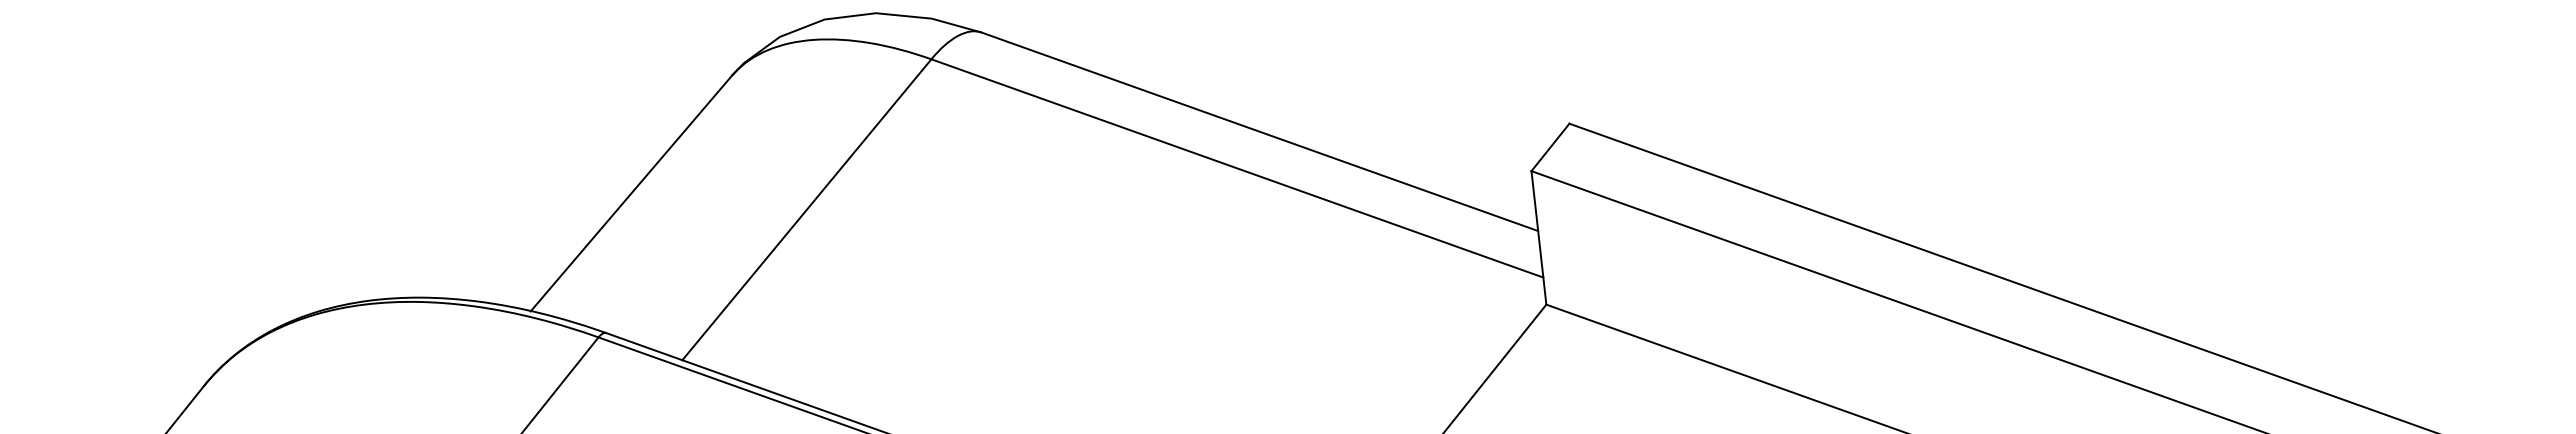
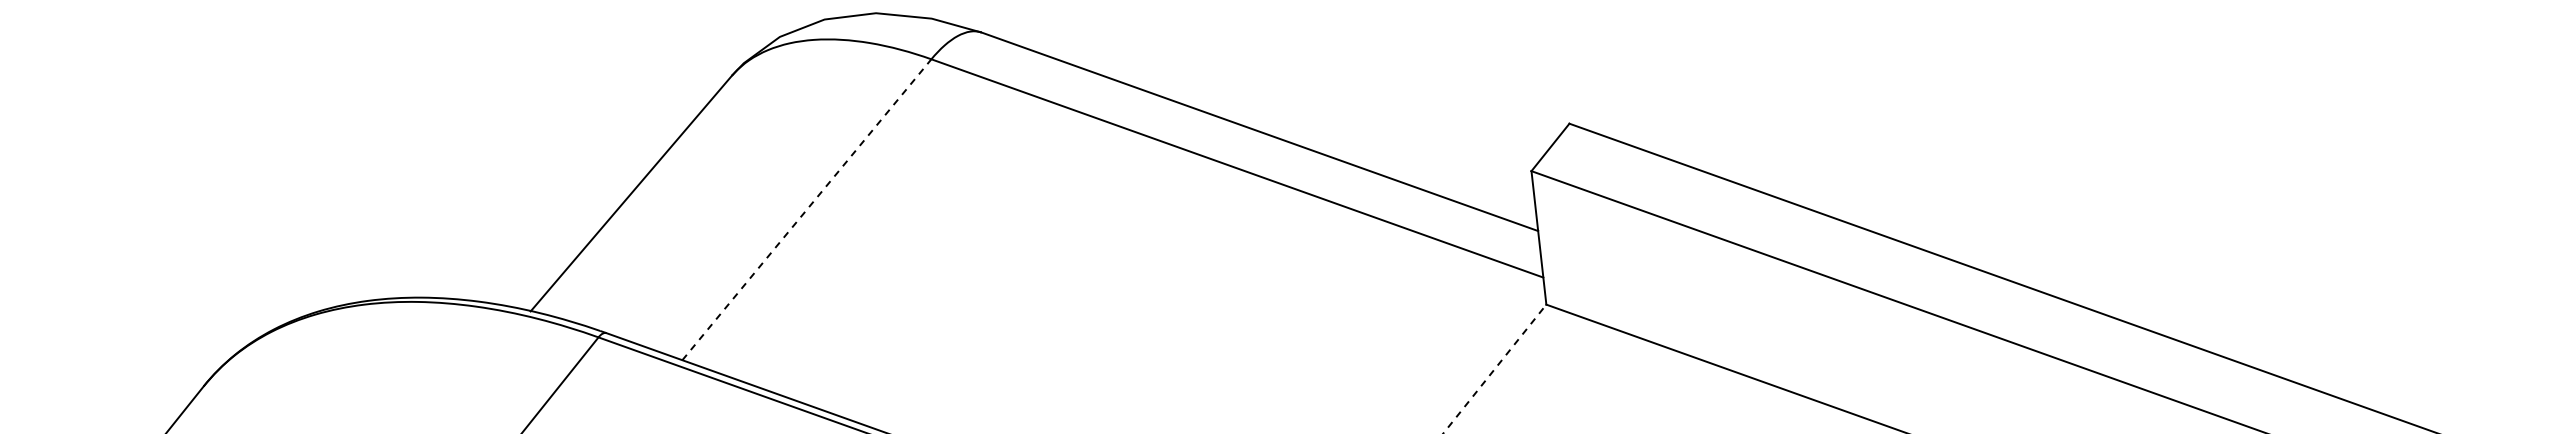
line at (807, 209): solid -> dashed
line at (1495, 368): solid -> dashed
